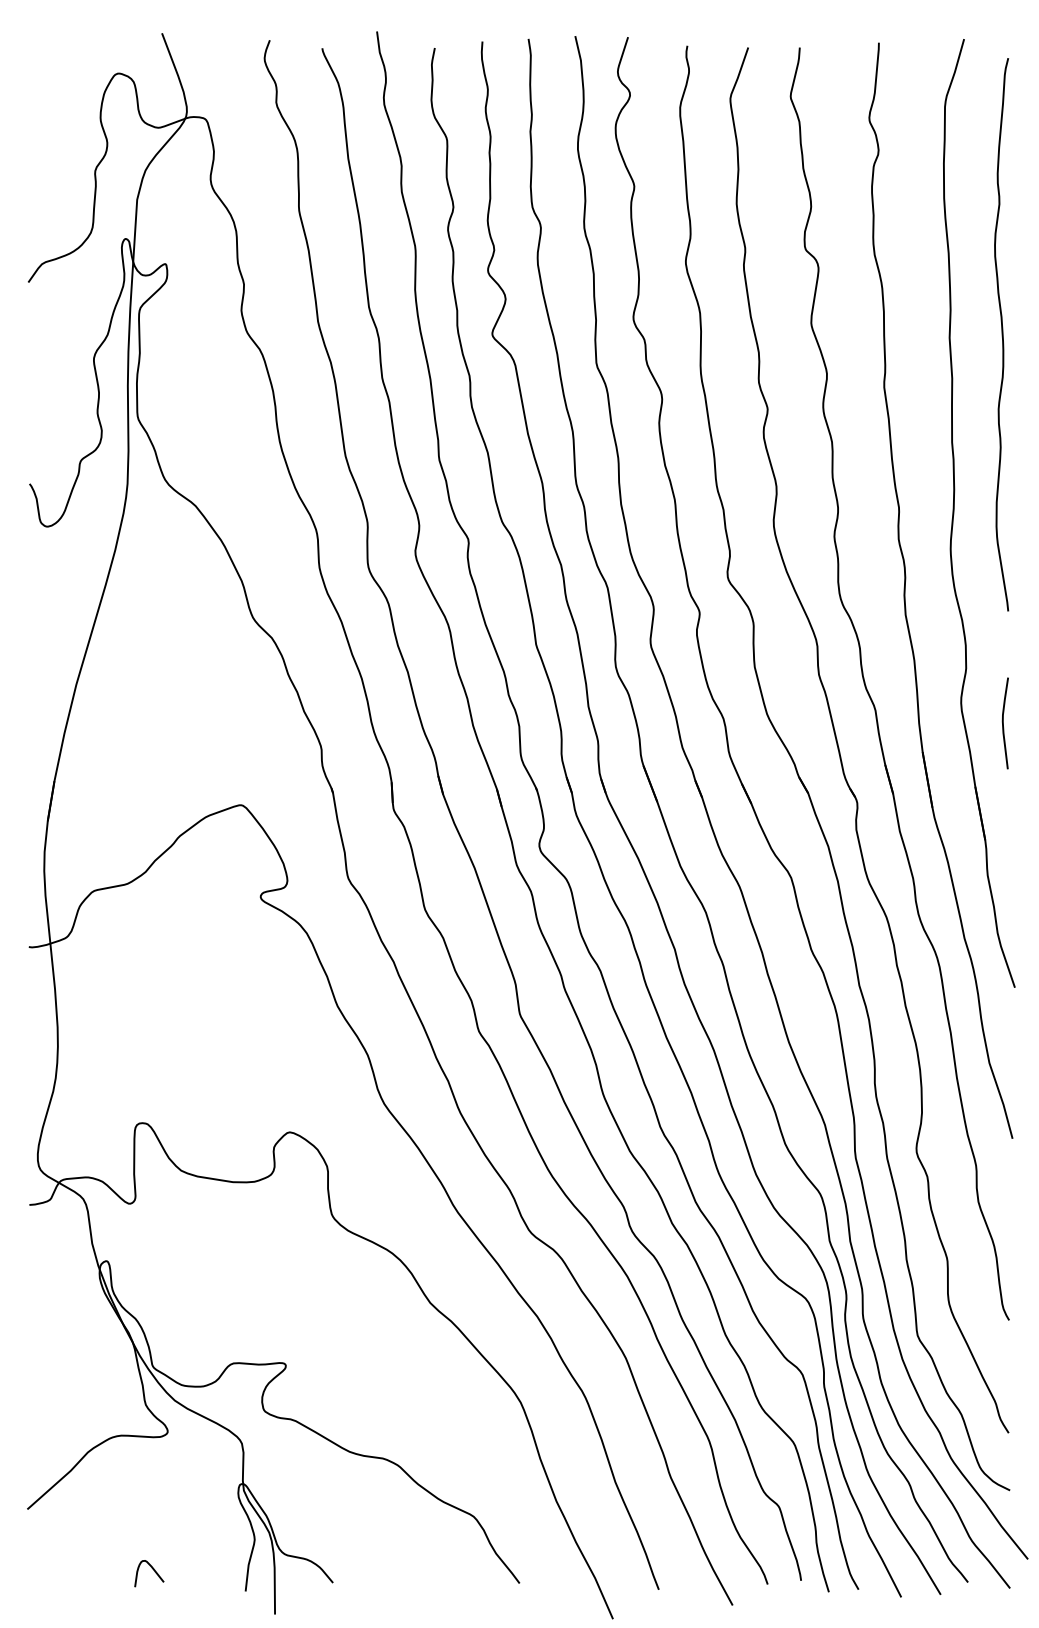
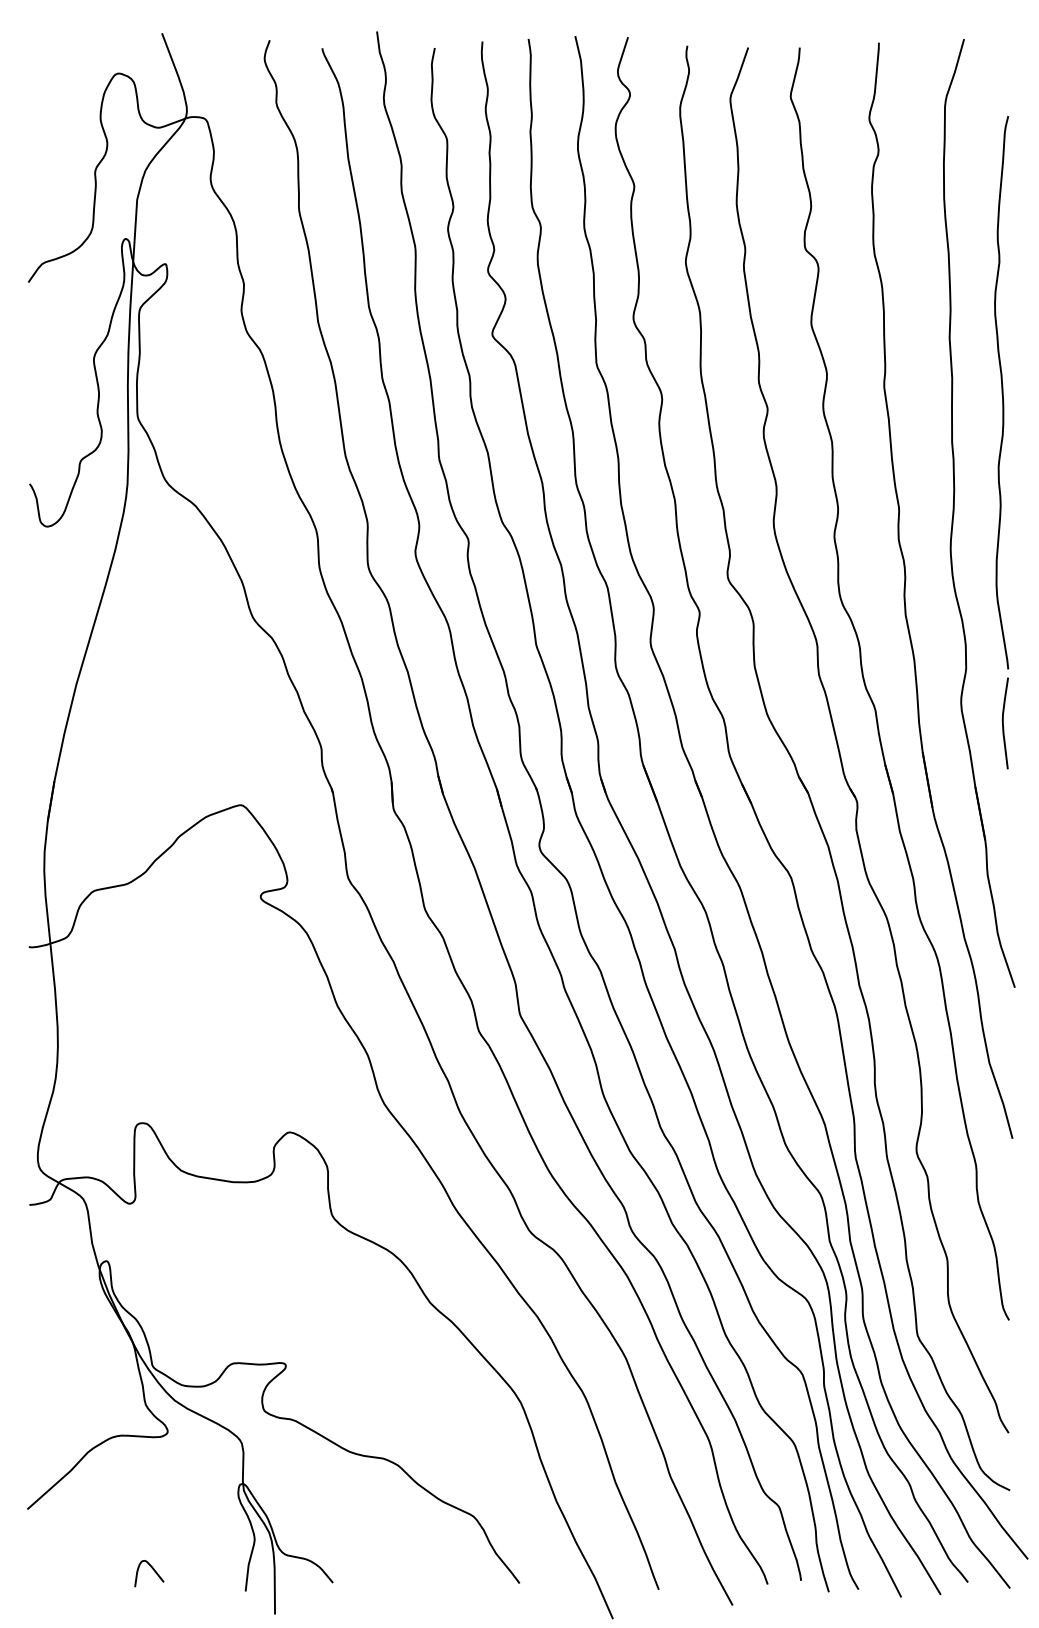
curve at (1001, 334) position: (1001, 334) -> (1001, 392)
